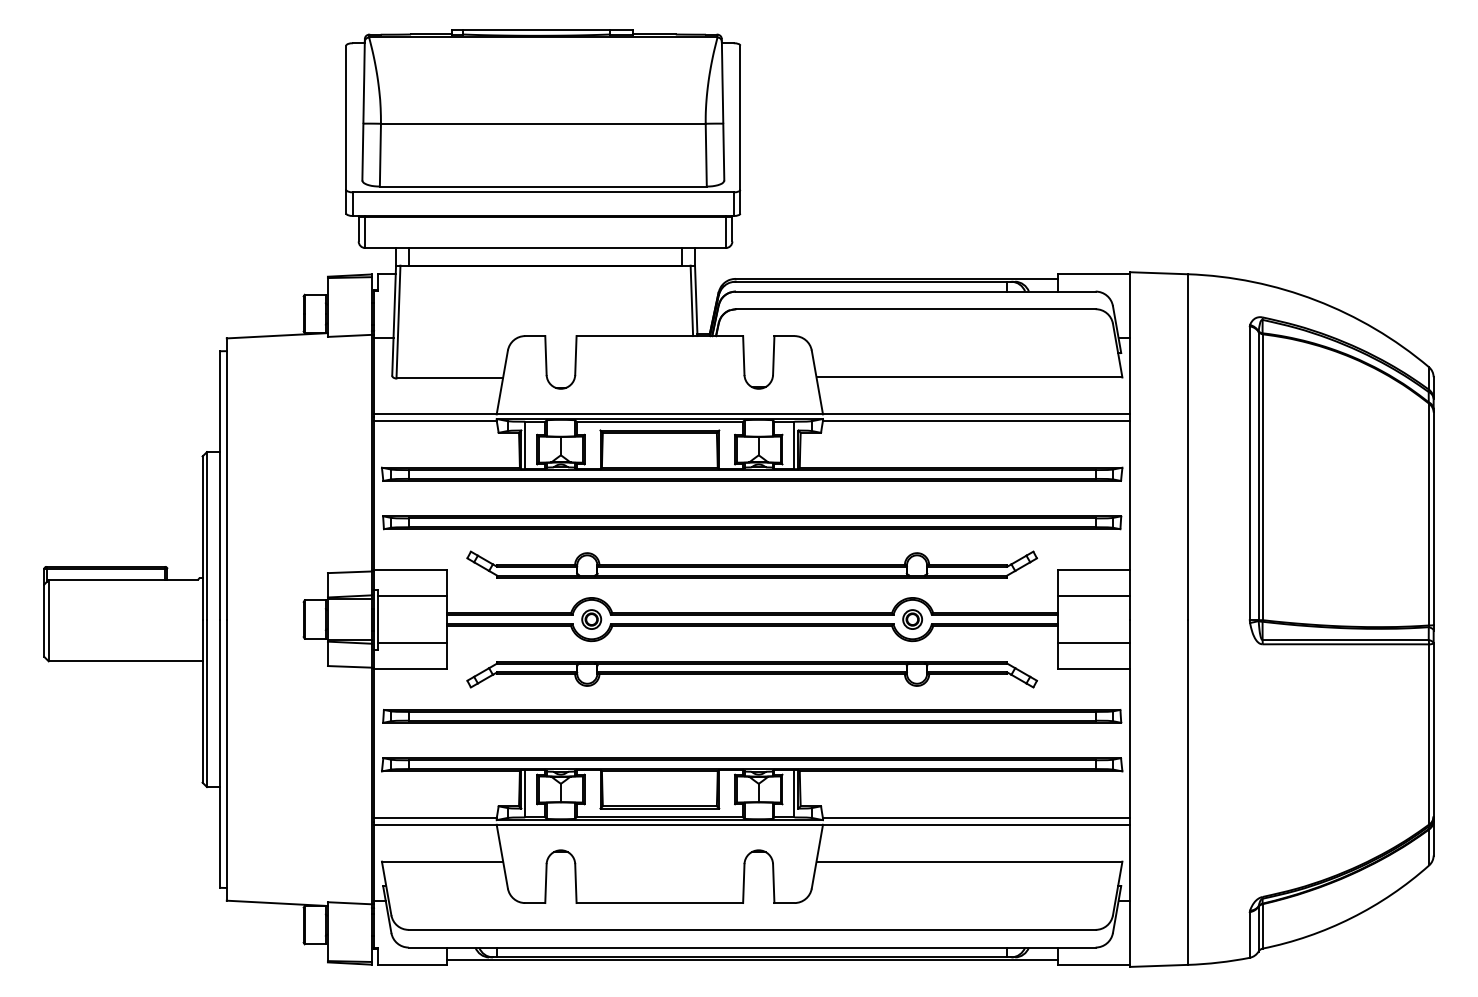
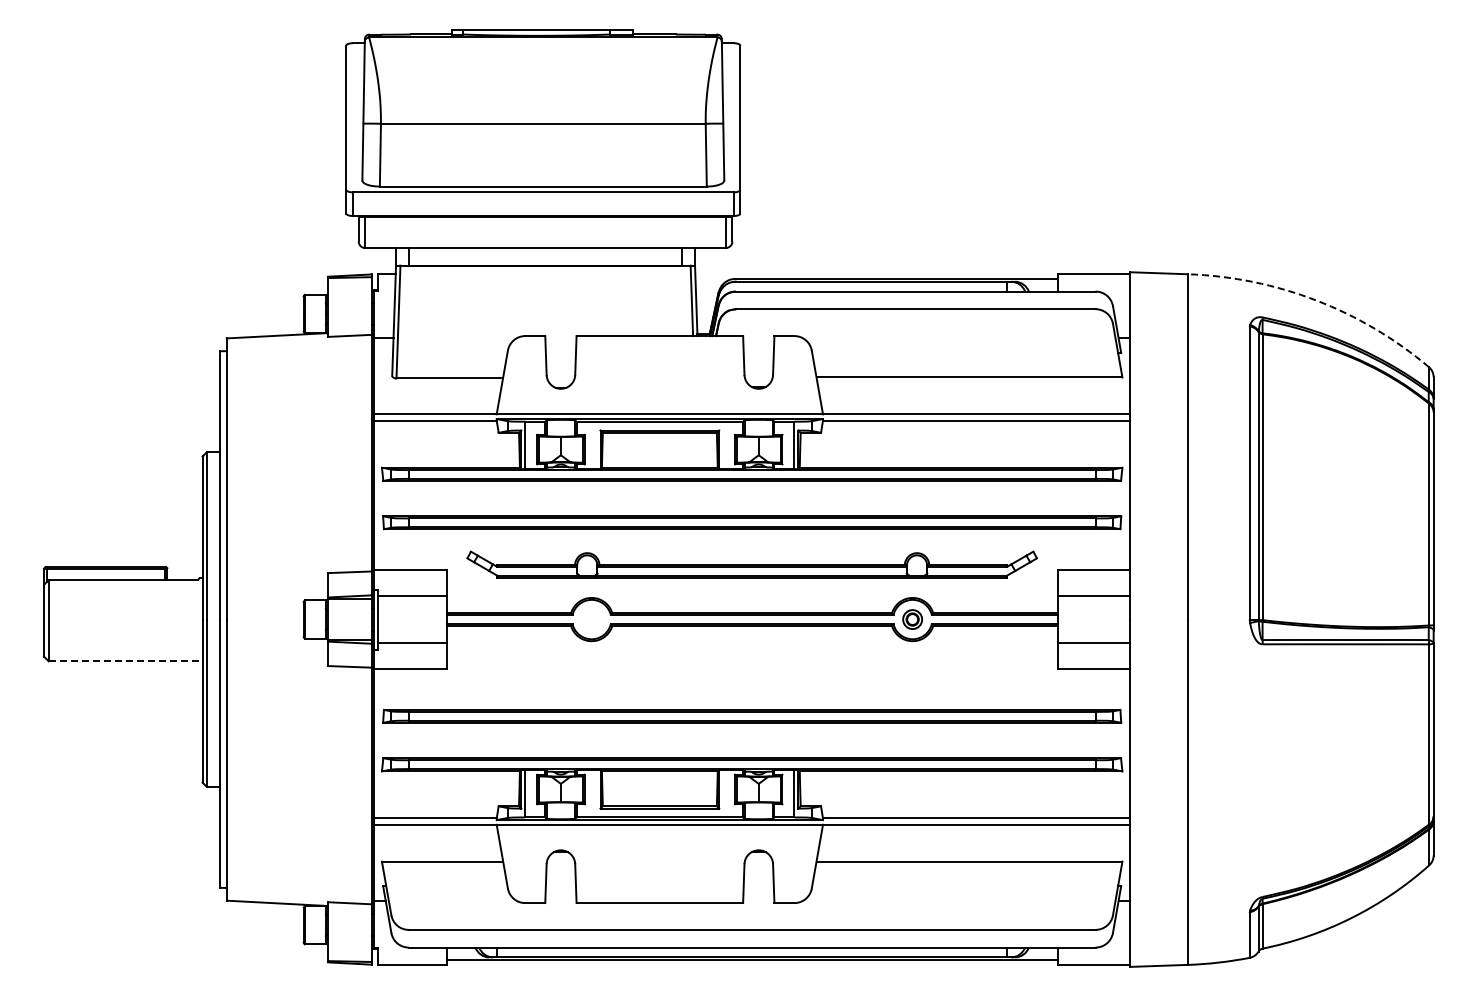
arc at (1316, 300): solid -> dashed
part at (591, 619): present -> none
line at (125, 661): solid -> dashed
part at (751, 674): present -> none
